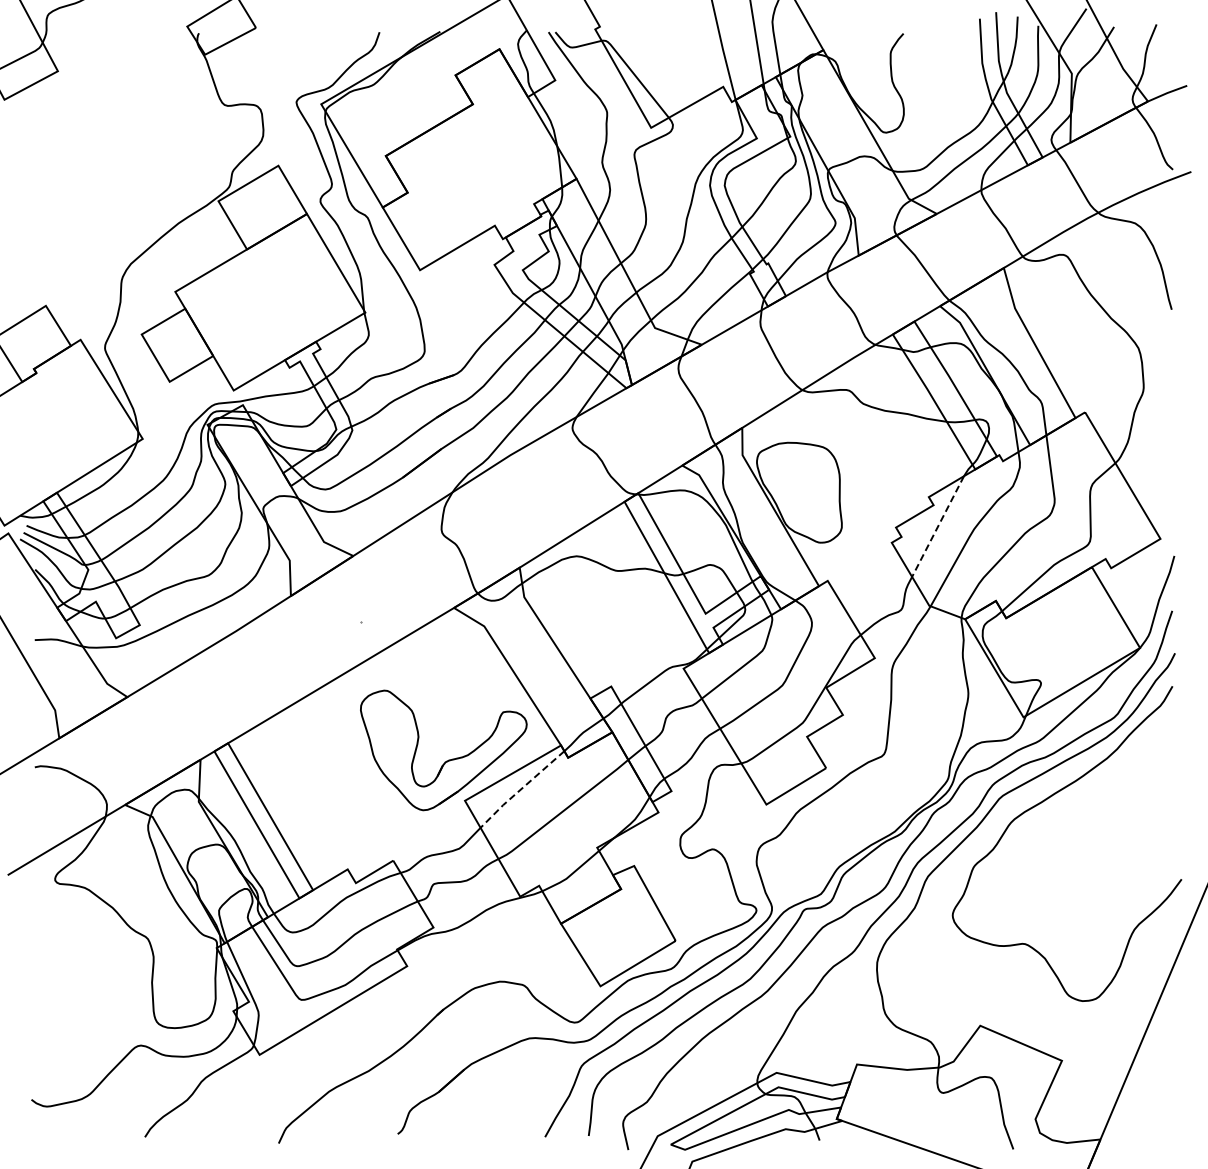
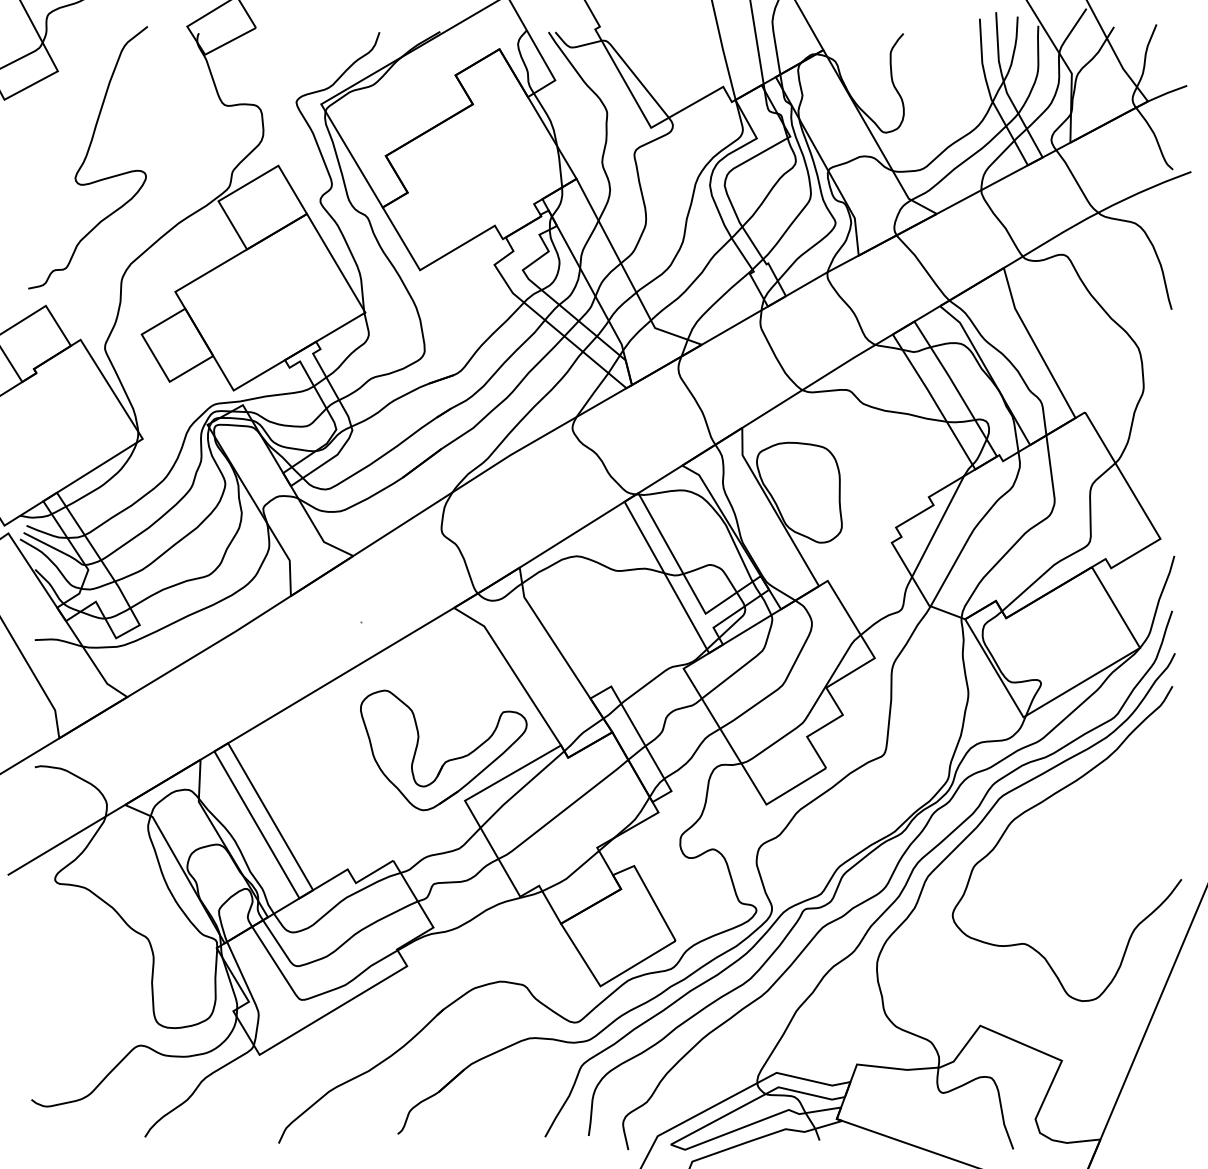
curve at (87, 156): none -> present
line at (938, 526): dashed -> solid
line at (521, 789): dashed -> solid
